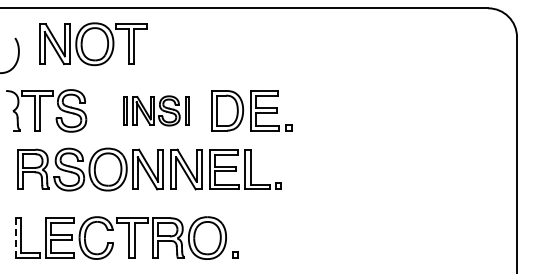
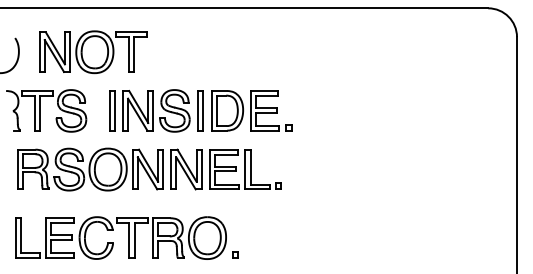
part at (93, 44) position: (93, 44) -> (93, 52)
part at (156, 110) size: 67x32 px -> 95x44 px
line at (16, 238): dashed -> solid
